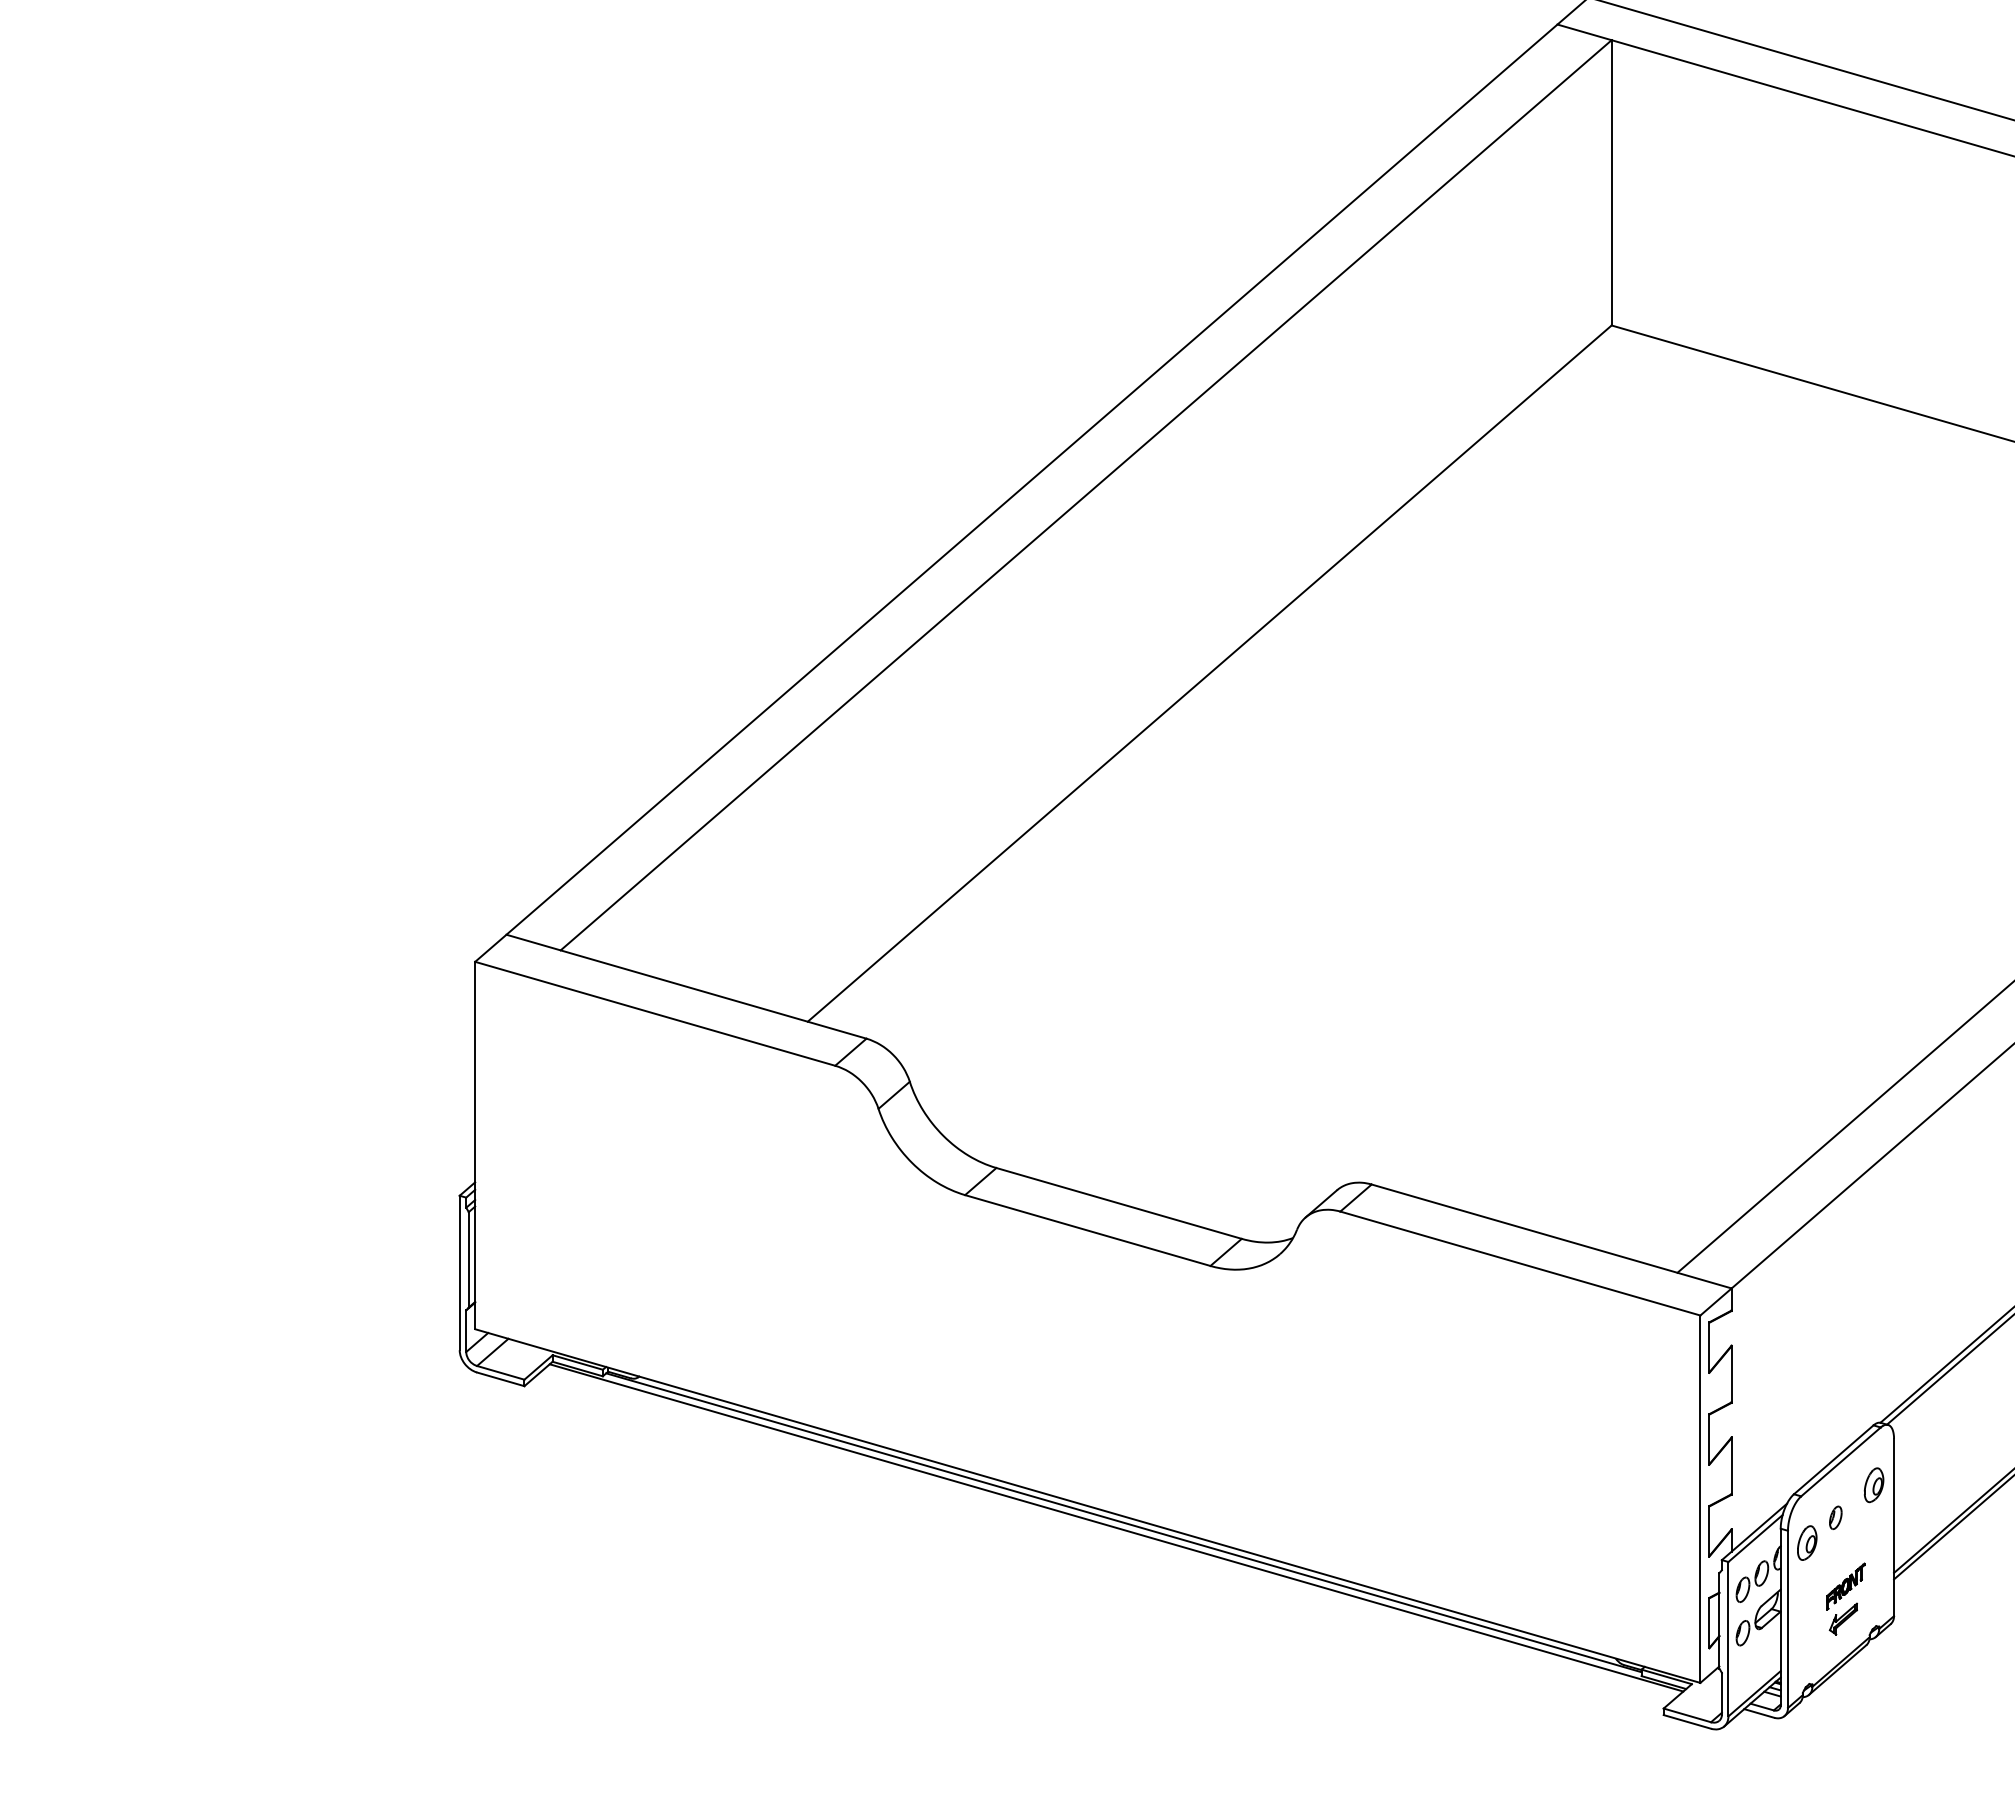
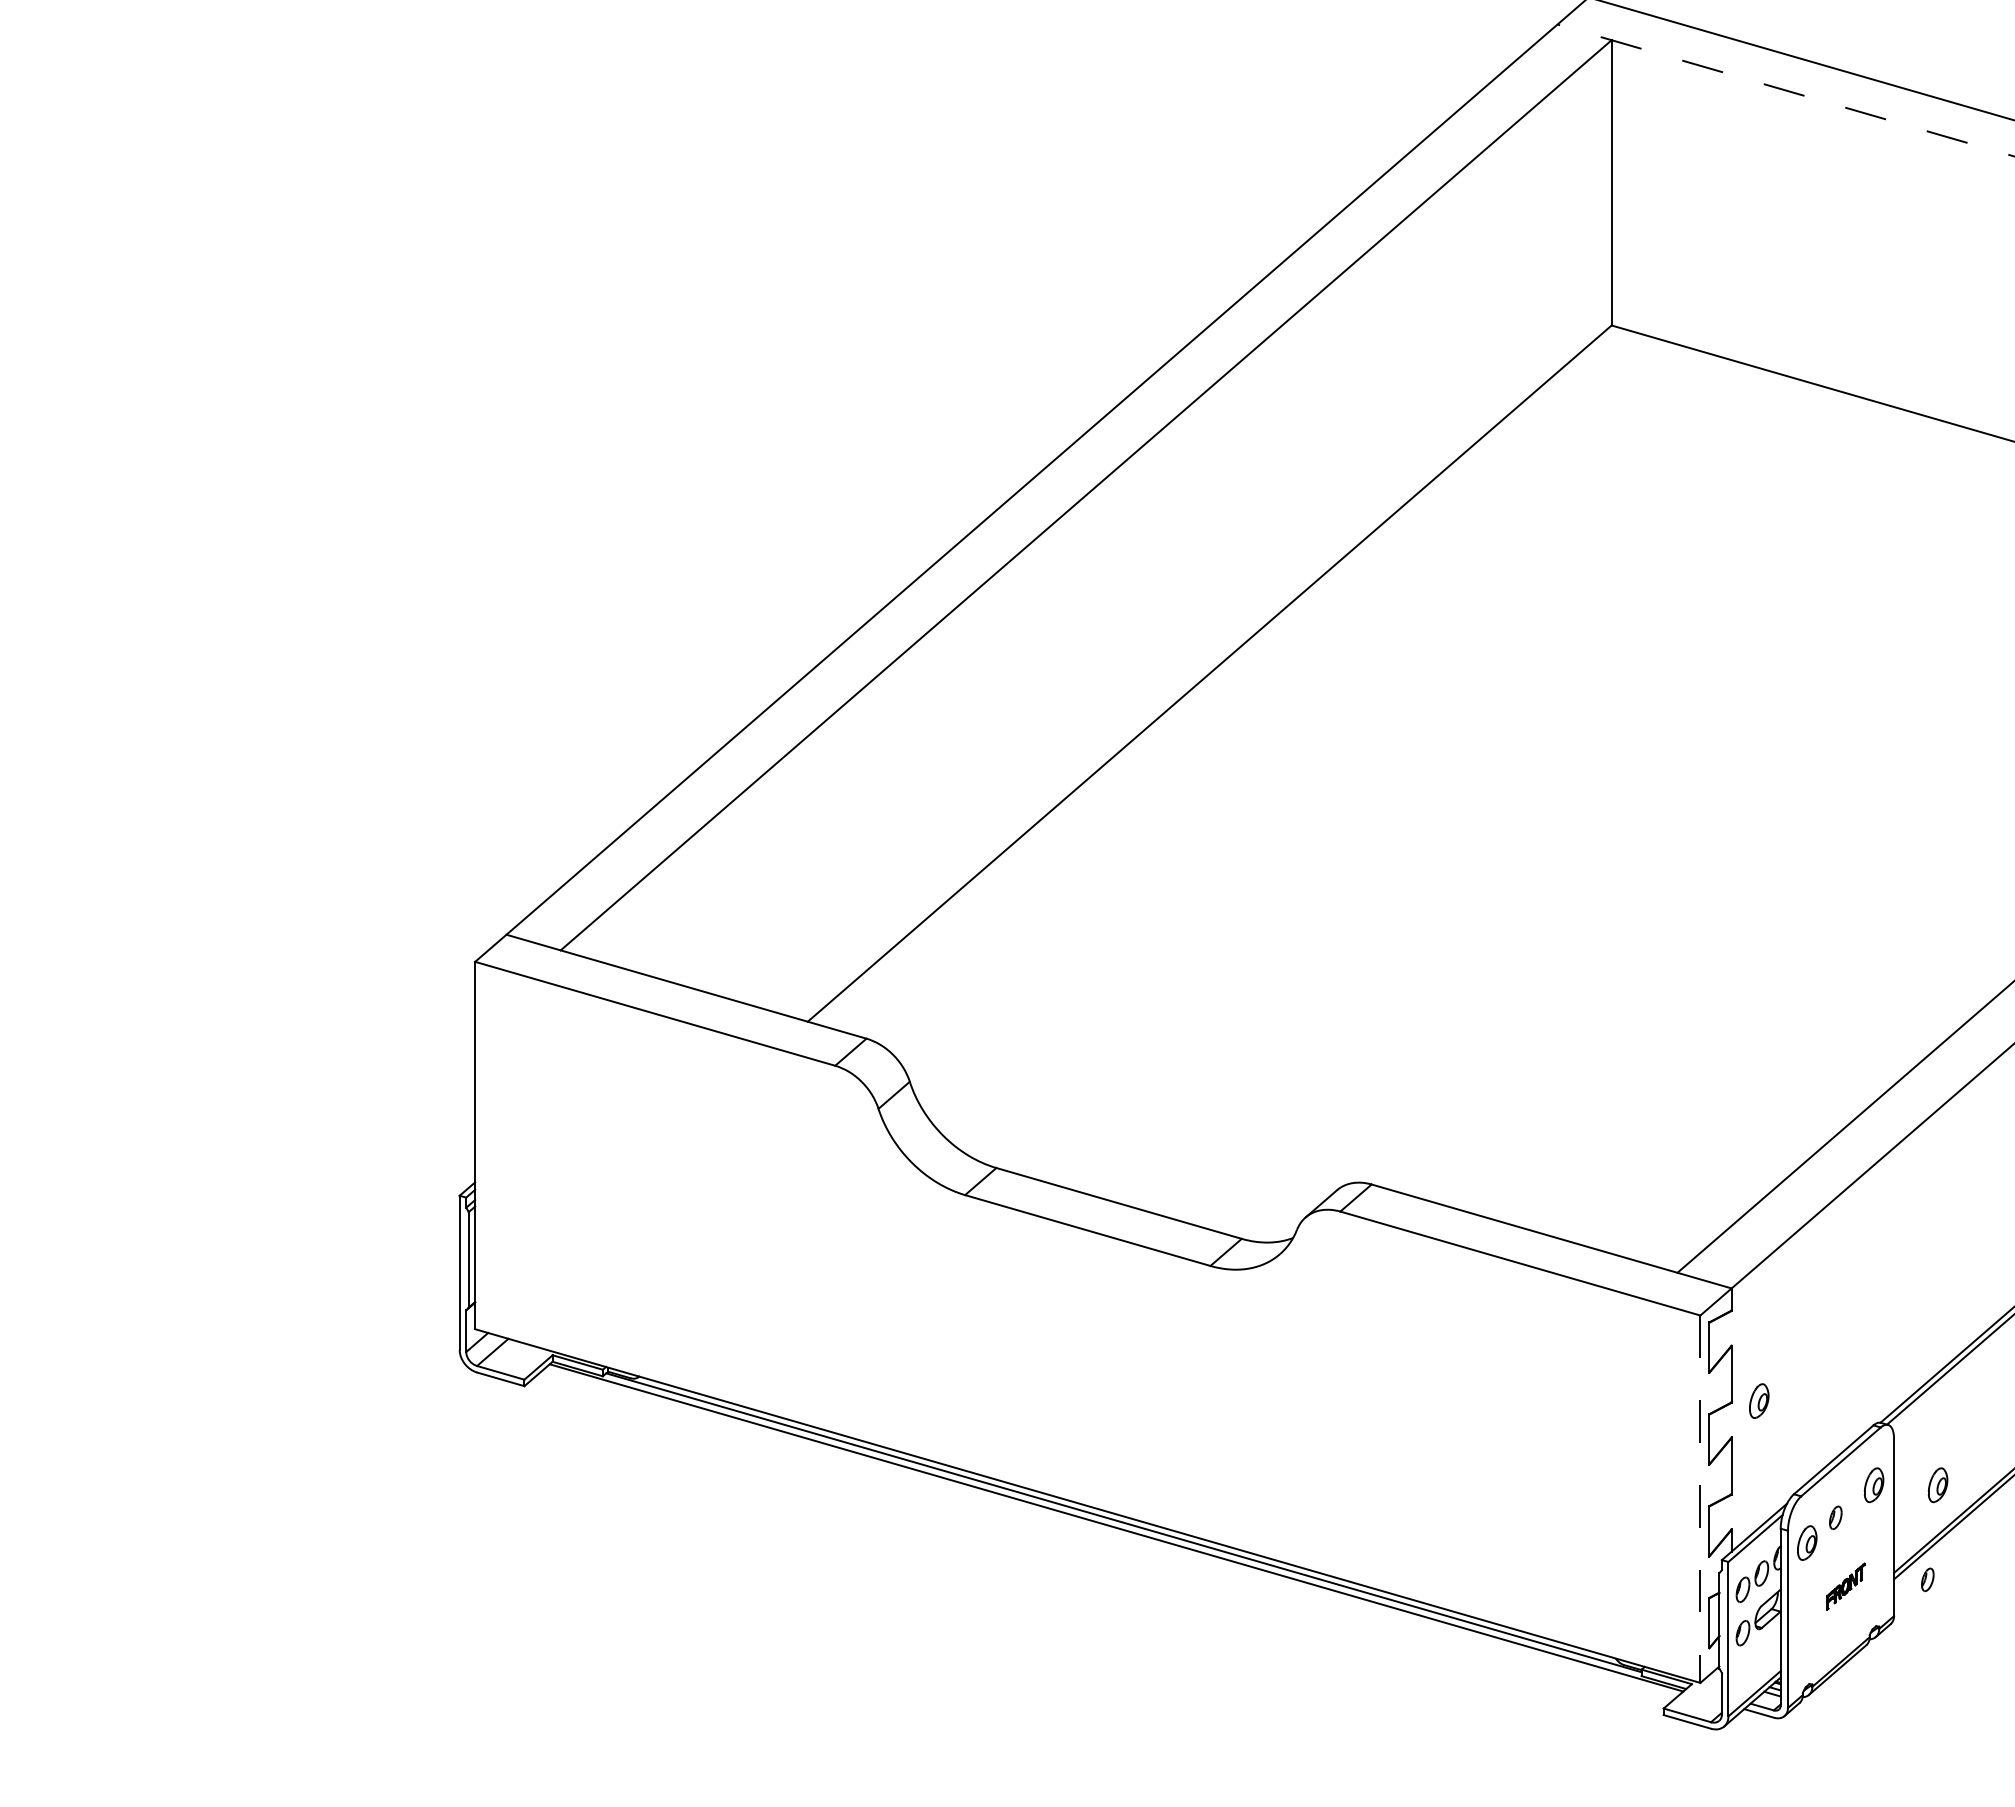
line at (1786, 90): solid -> dashed
part at (1759, 1400): none -> present
part at (1937, 1485): none -> present
line at (1700, 1499): solid -> dashed
part at (1927, 1579): none -> present
part at (1842, 1618): present -> none
